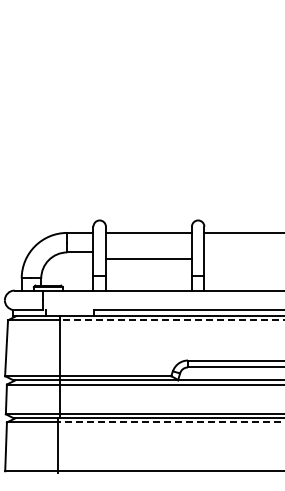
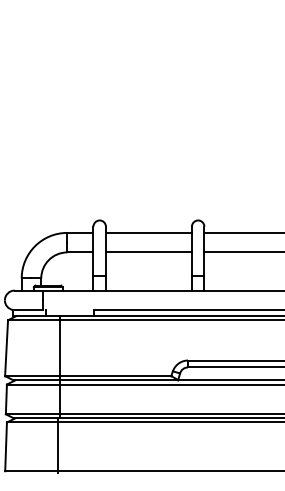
line at (242, 252): none -> present
line at (148, 259) position: (148, 259) -> (148, 252)
line at (172, 320): dashed -> solid
line at (171, 422): dashed -> solid
